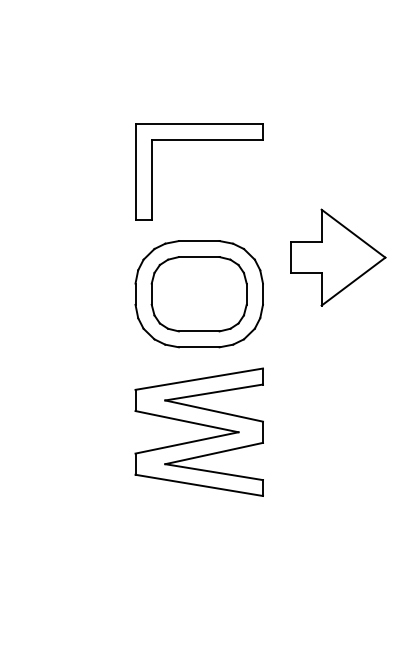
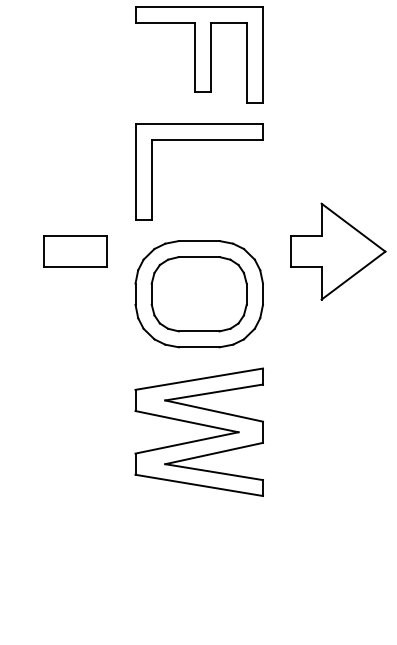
part at (199, 54): none -> present
part at (75, 251): none -> present
part at (338, 257) position: (338, 257) -> (338, 251)
